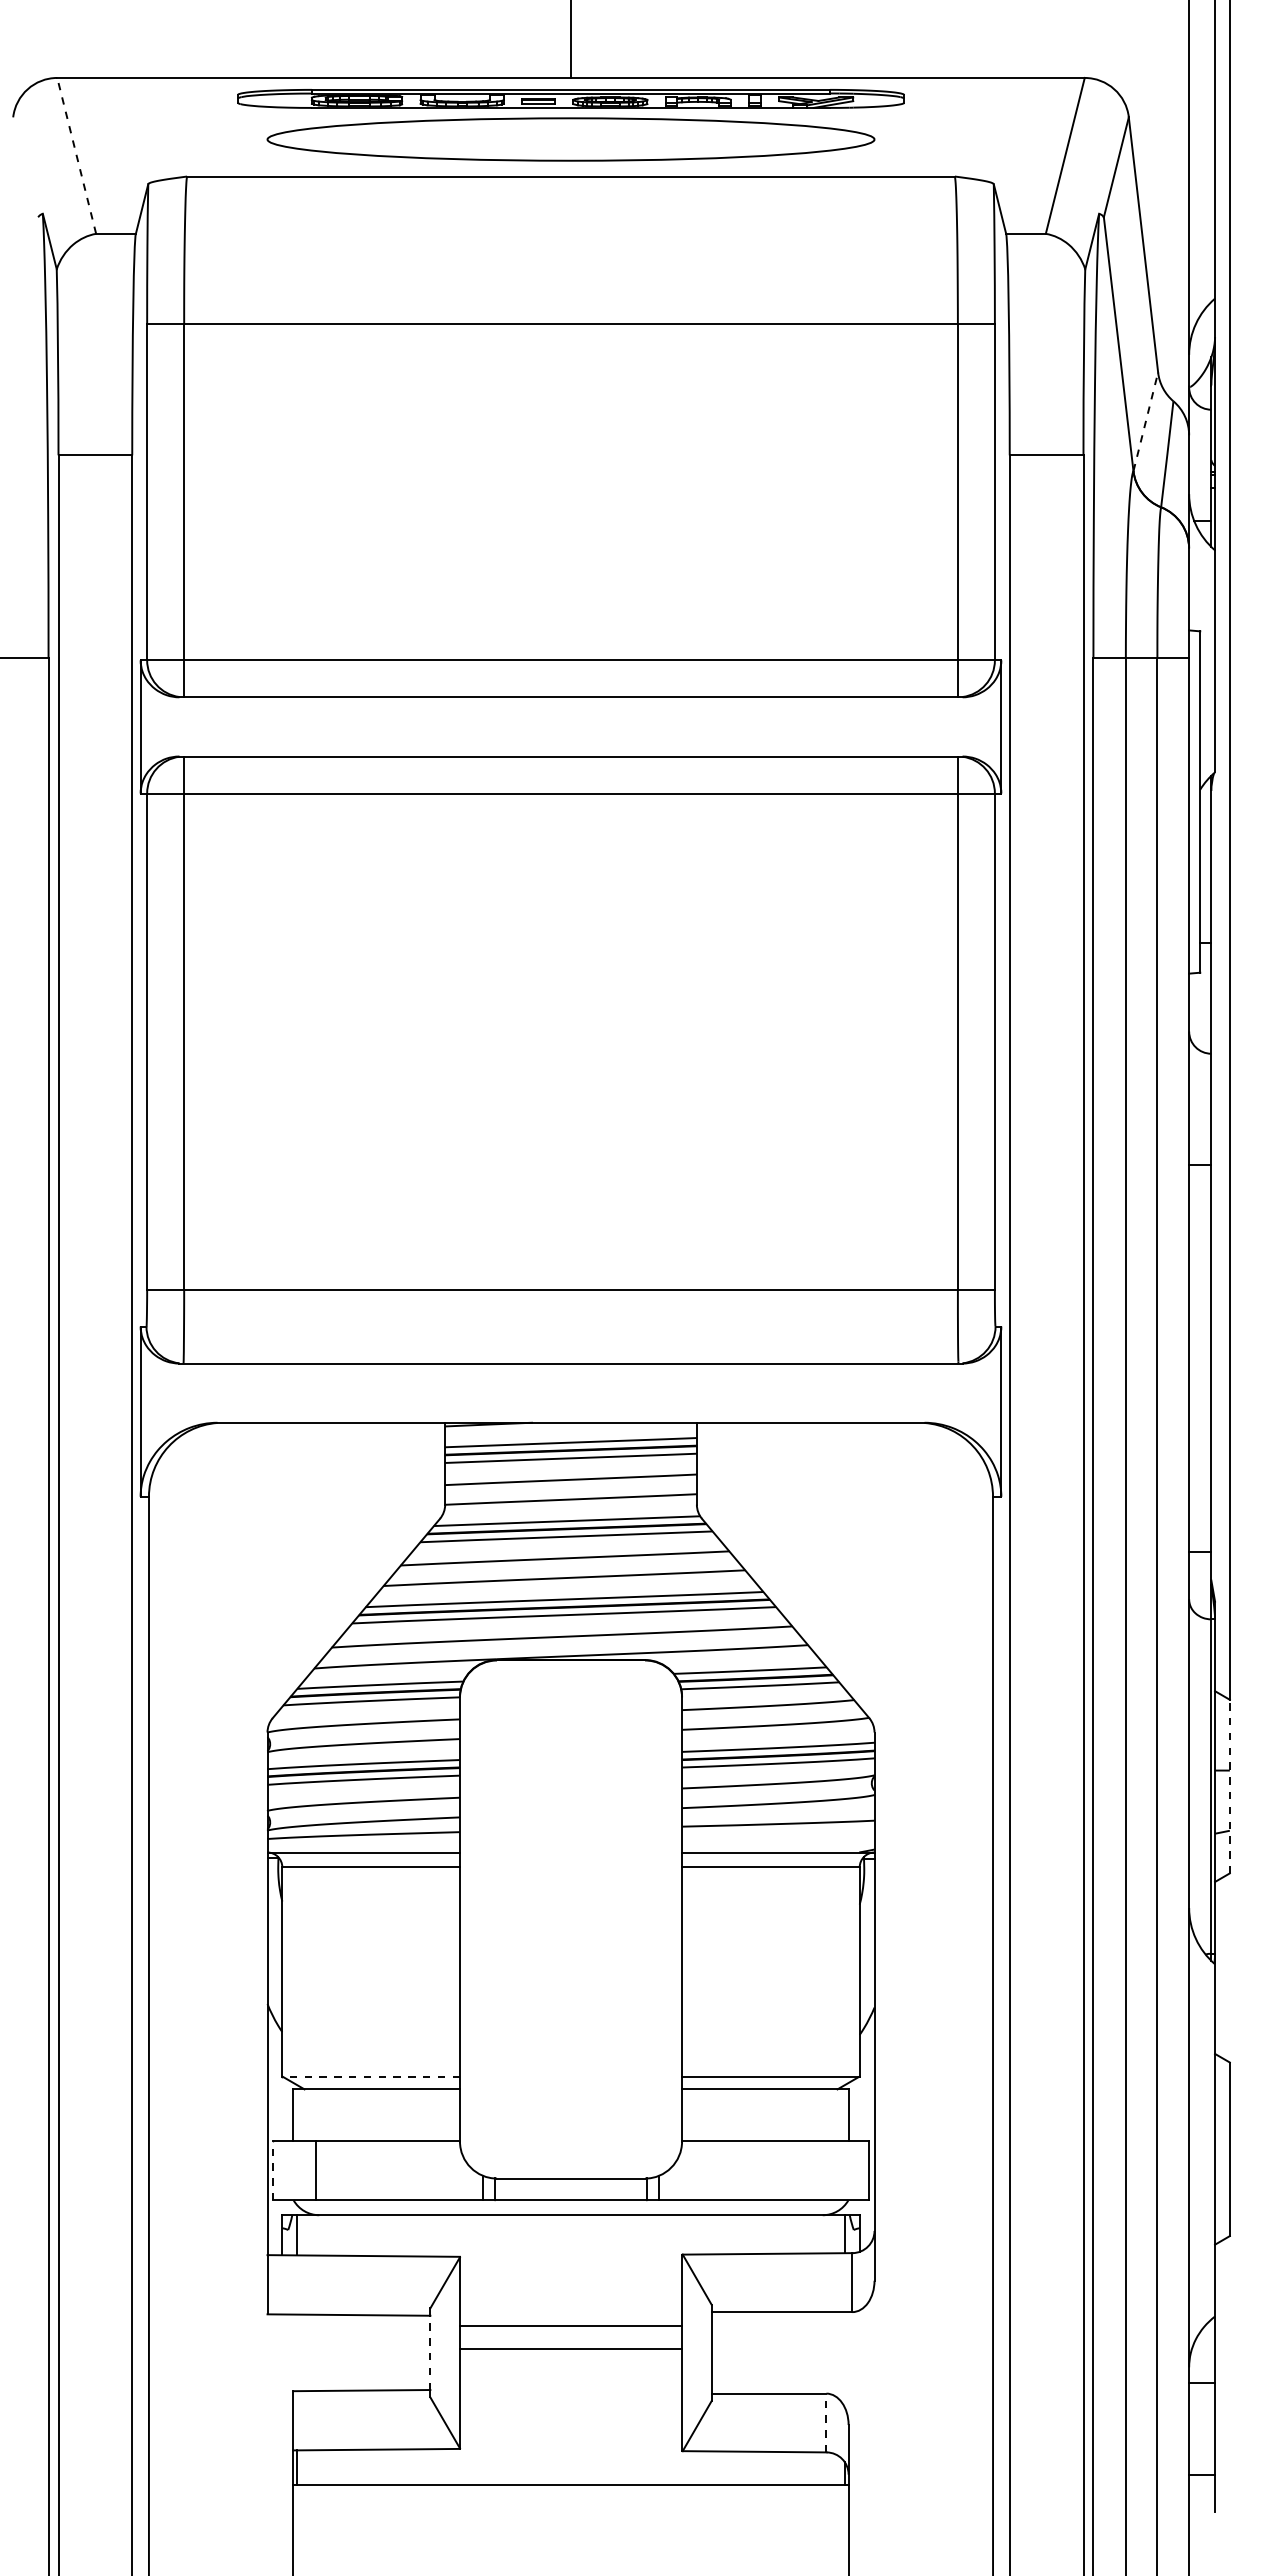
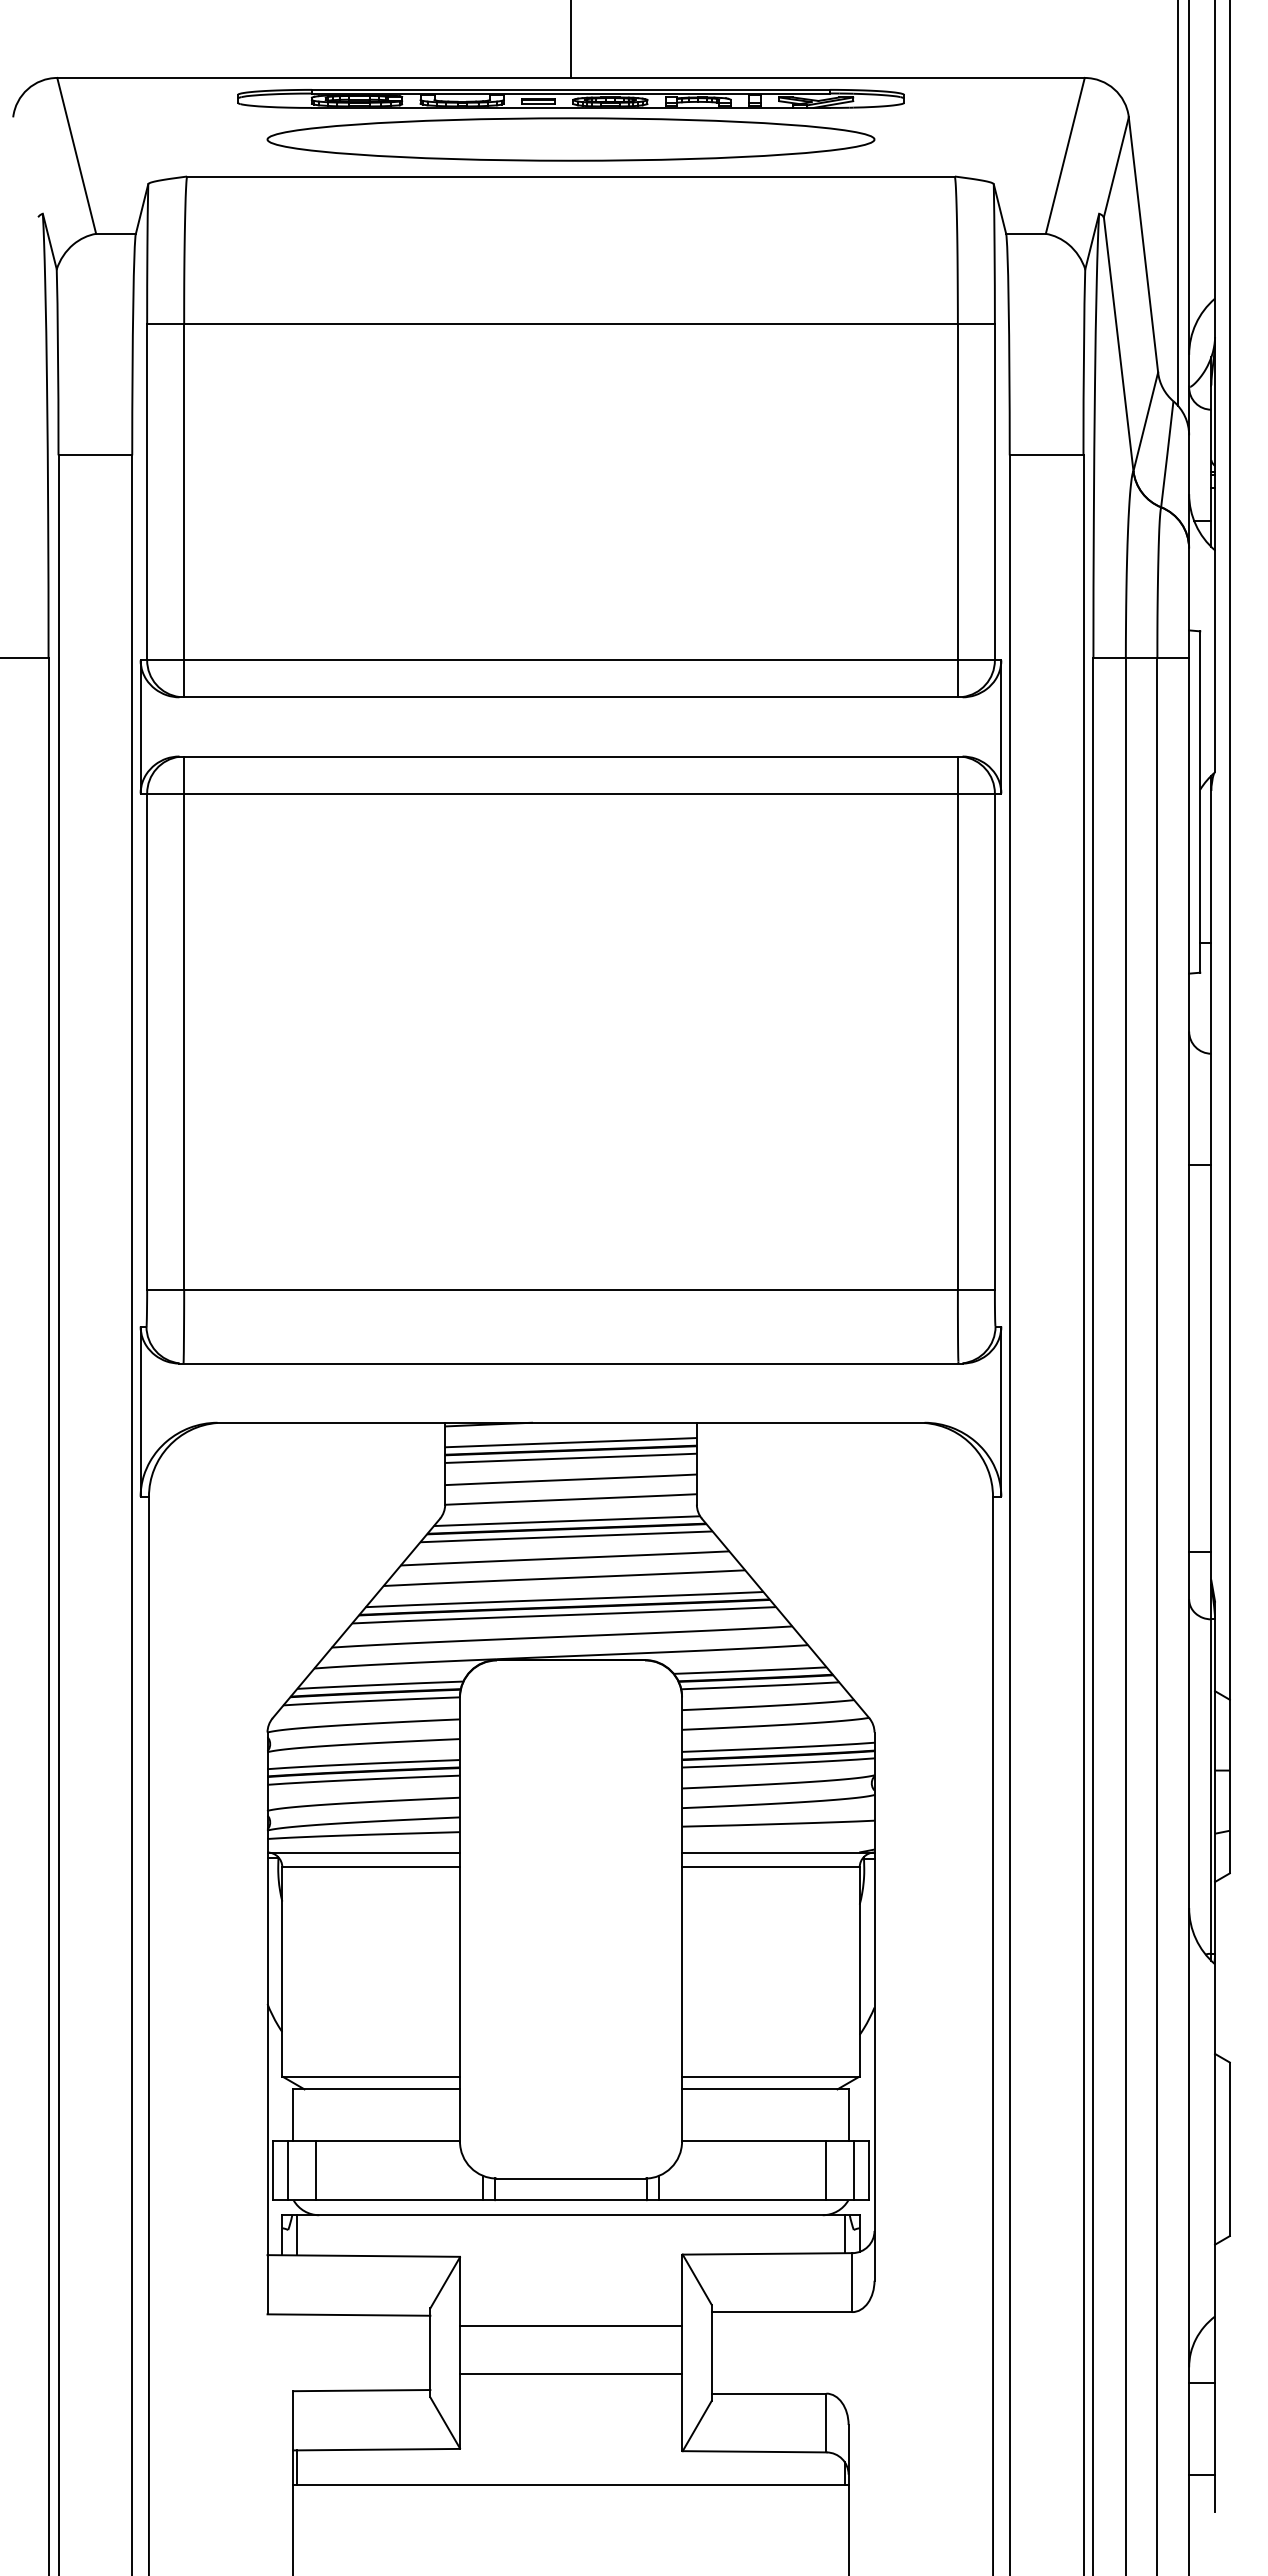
line at (76, 155): dashed -> solid
line at (1178, 204): none -> present
line at (1145, 421): dashed -> solid
line at (1229, 1786): dashed -> solid
line at (371, 2076): dashed -> solid
line at (273, 2170): dashed -> solid
line at (288, 2170): none -> present
line at (826, 2170): none -> present
line at (853, 2170): none -> present
line at (570, 2349) position: (570, 2349) -> (570, 2374)
line at (430, 2352): dashed -> solid
line at (826, 2422): dashed -> solid
